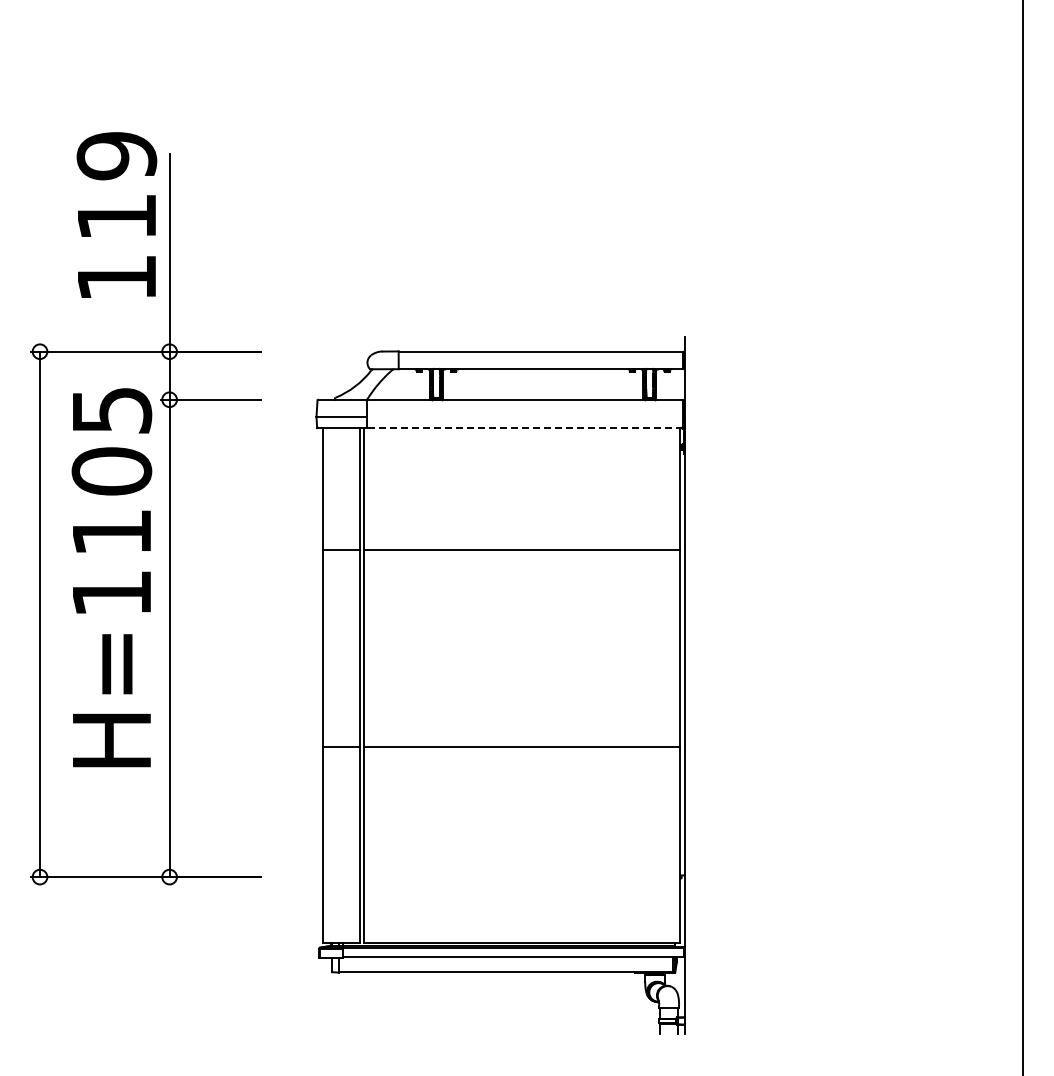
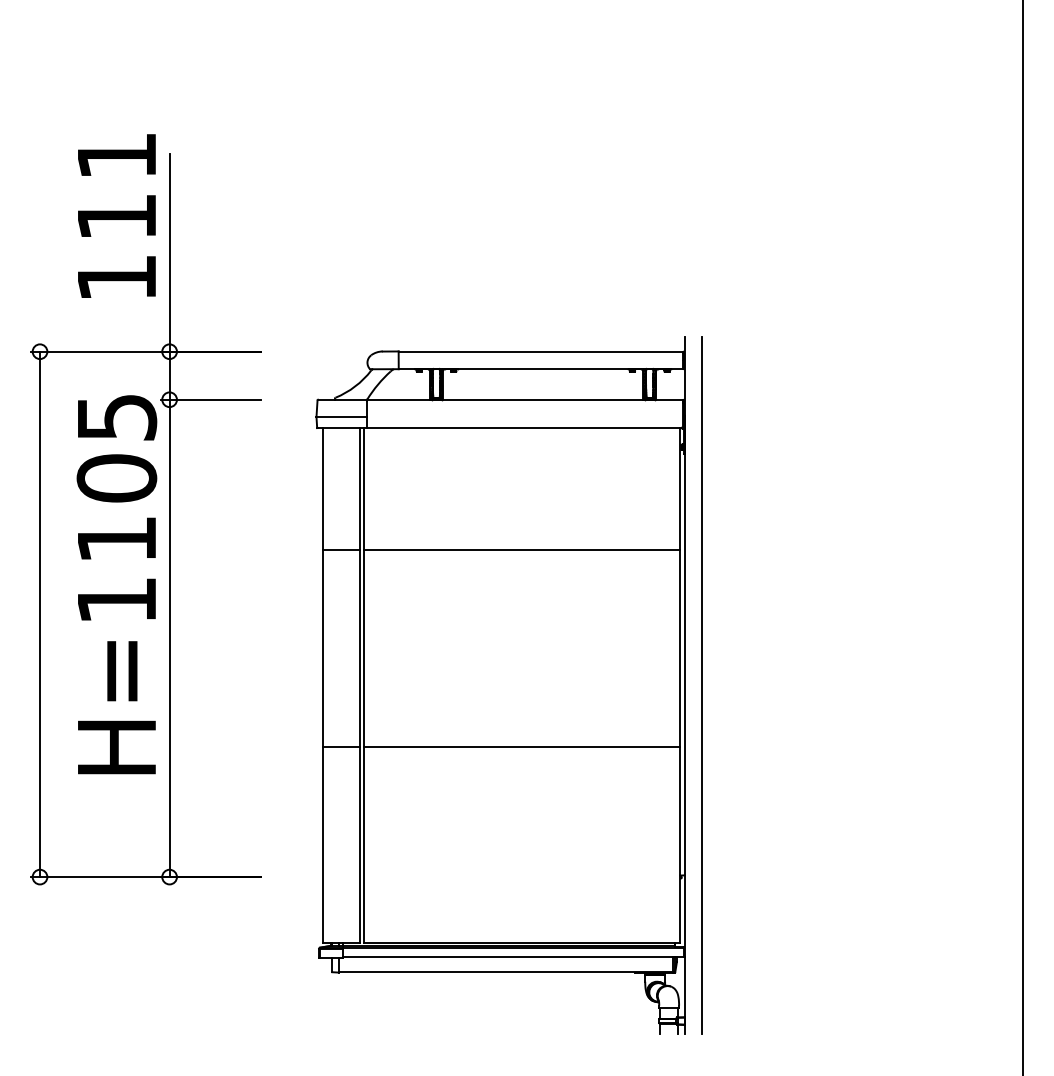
text at (116, 156): 119 -> 111
line at (525, 427): dashed -> solid
text at (111, 577) position: (111, 577) -> (116, 584)
line at (701, 685): none -> present
